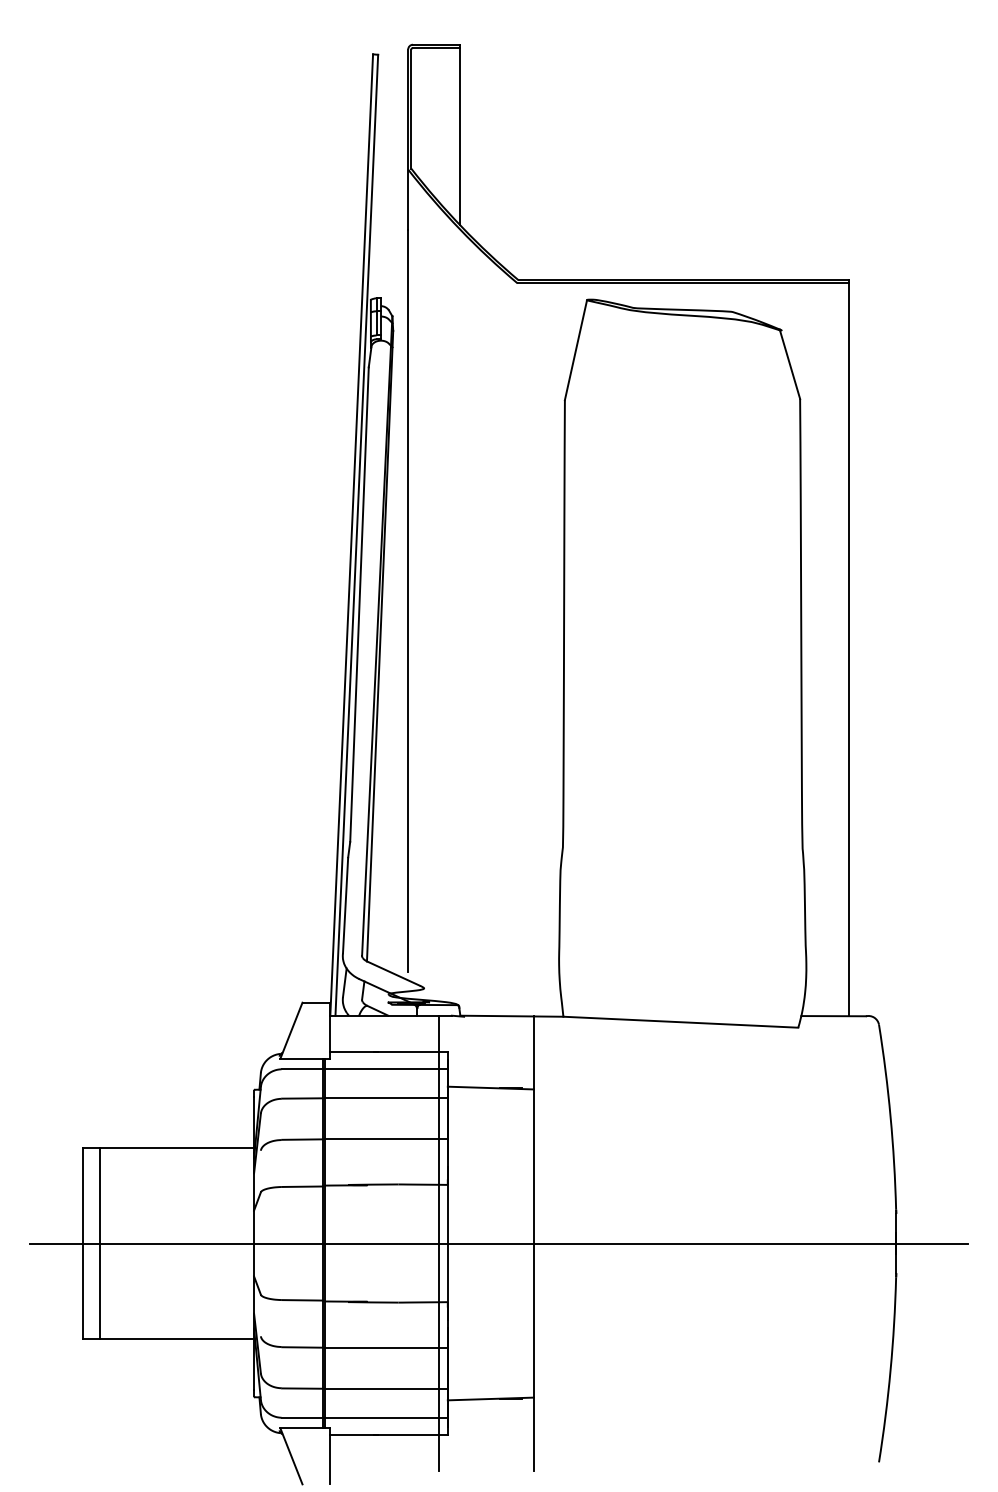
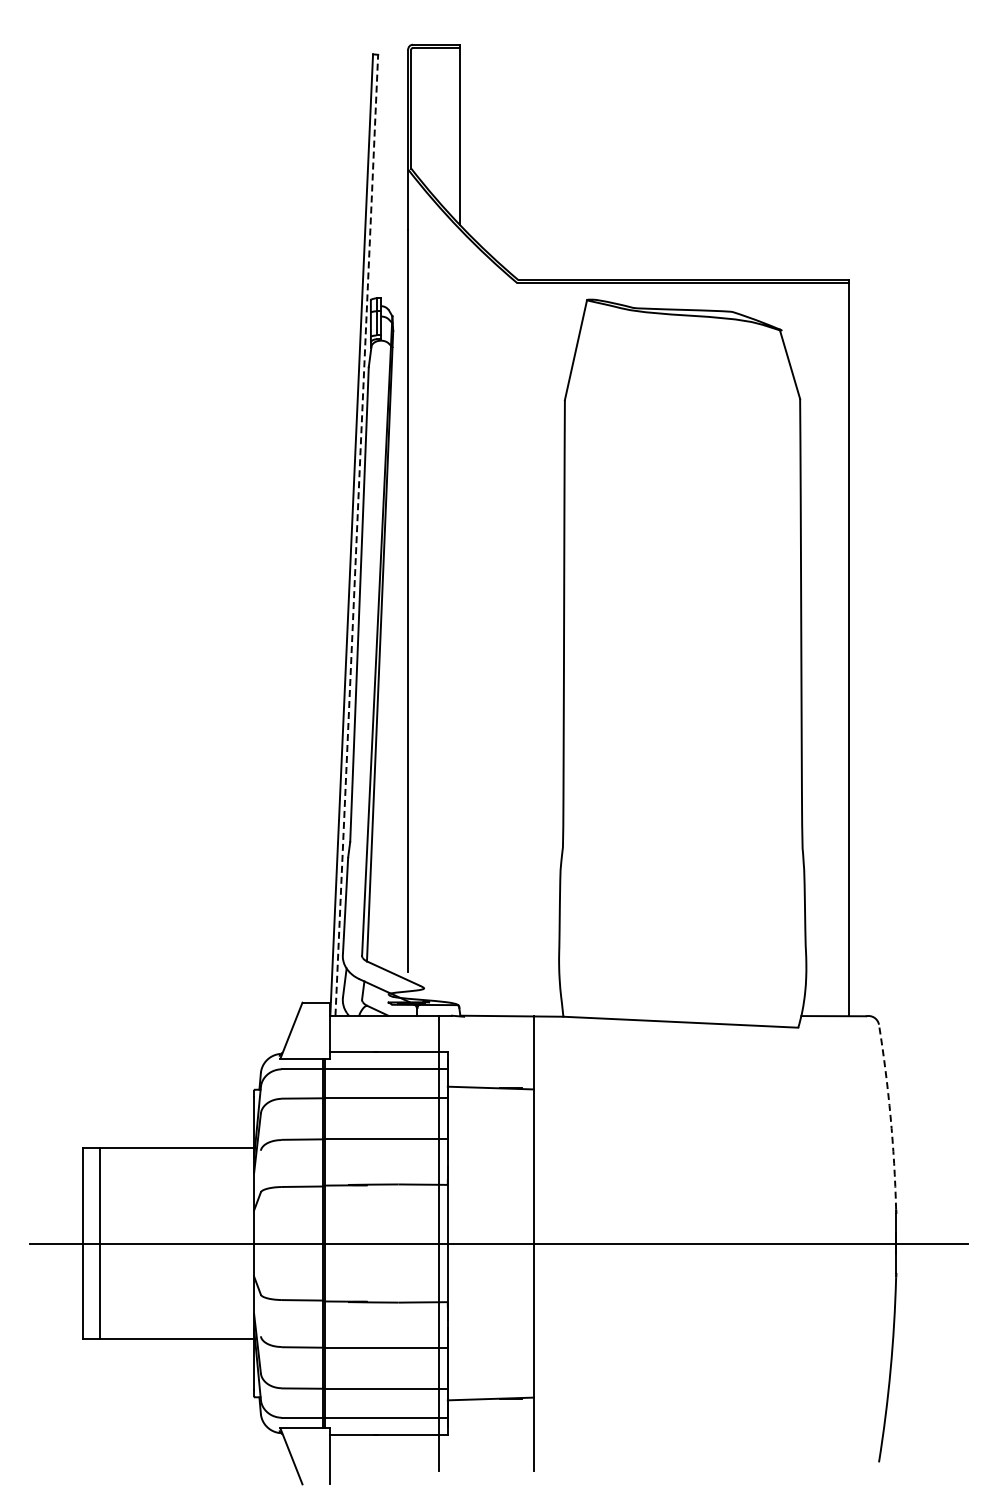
line at (356, 535): solid -> dashed
arc at (890, 1116): solid -> dashed
